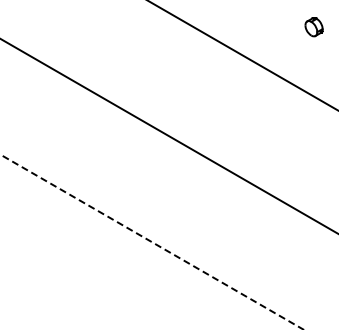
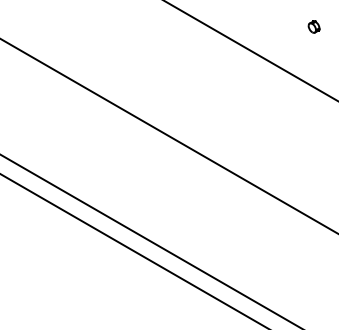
part at (313, 27) size: 20x21 px -> 14x14 px
line at (242, 55) position: (242, 55) -> (250, 50)
line at (152, 242): dashed -> solid
line at (133, 250): none -> present
